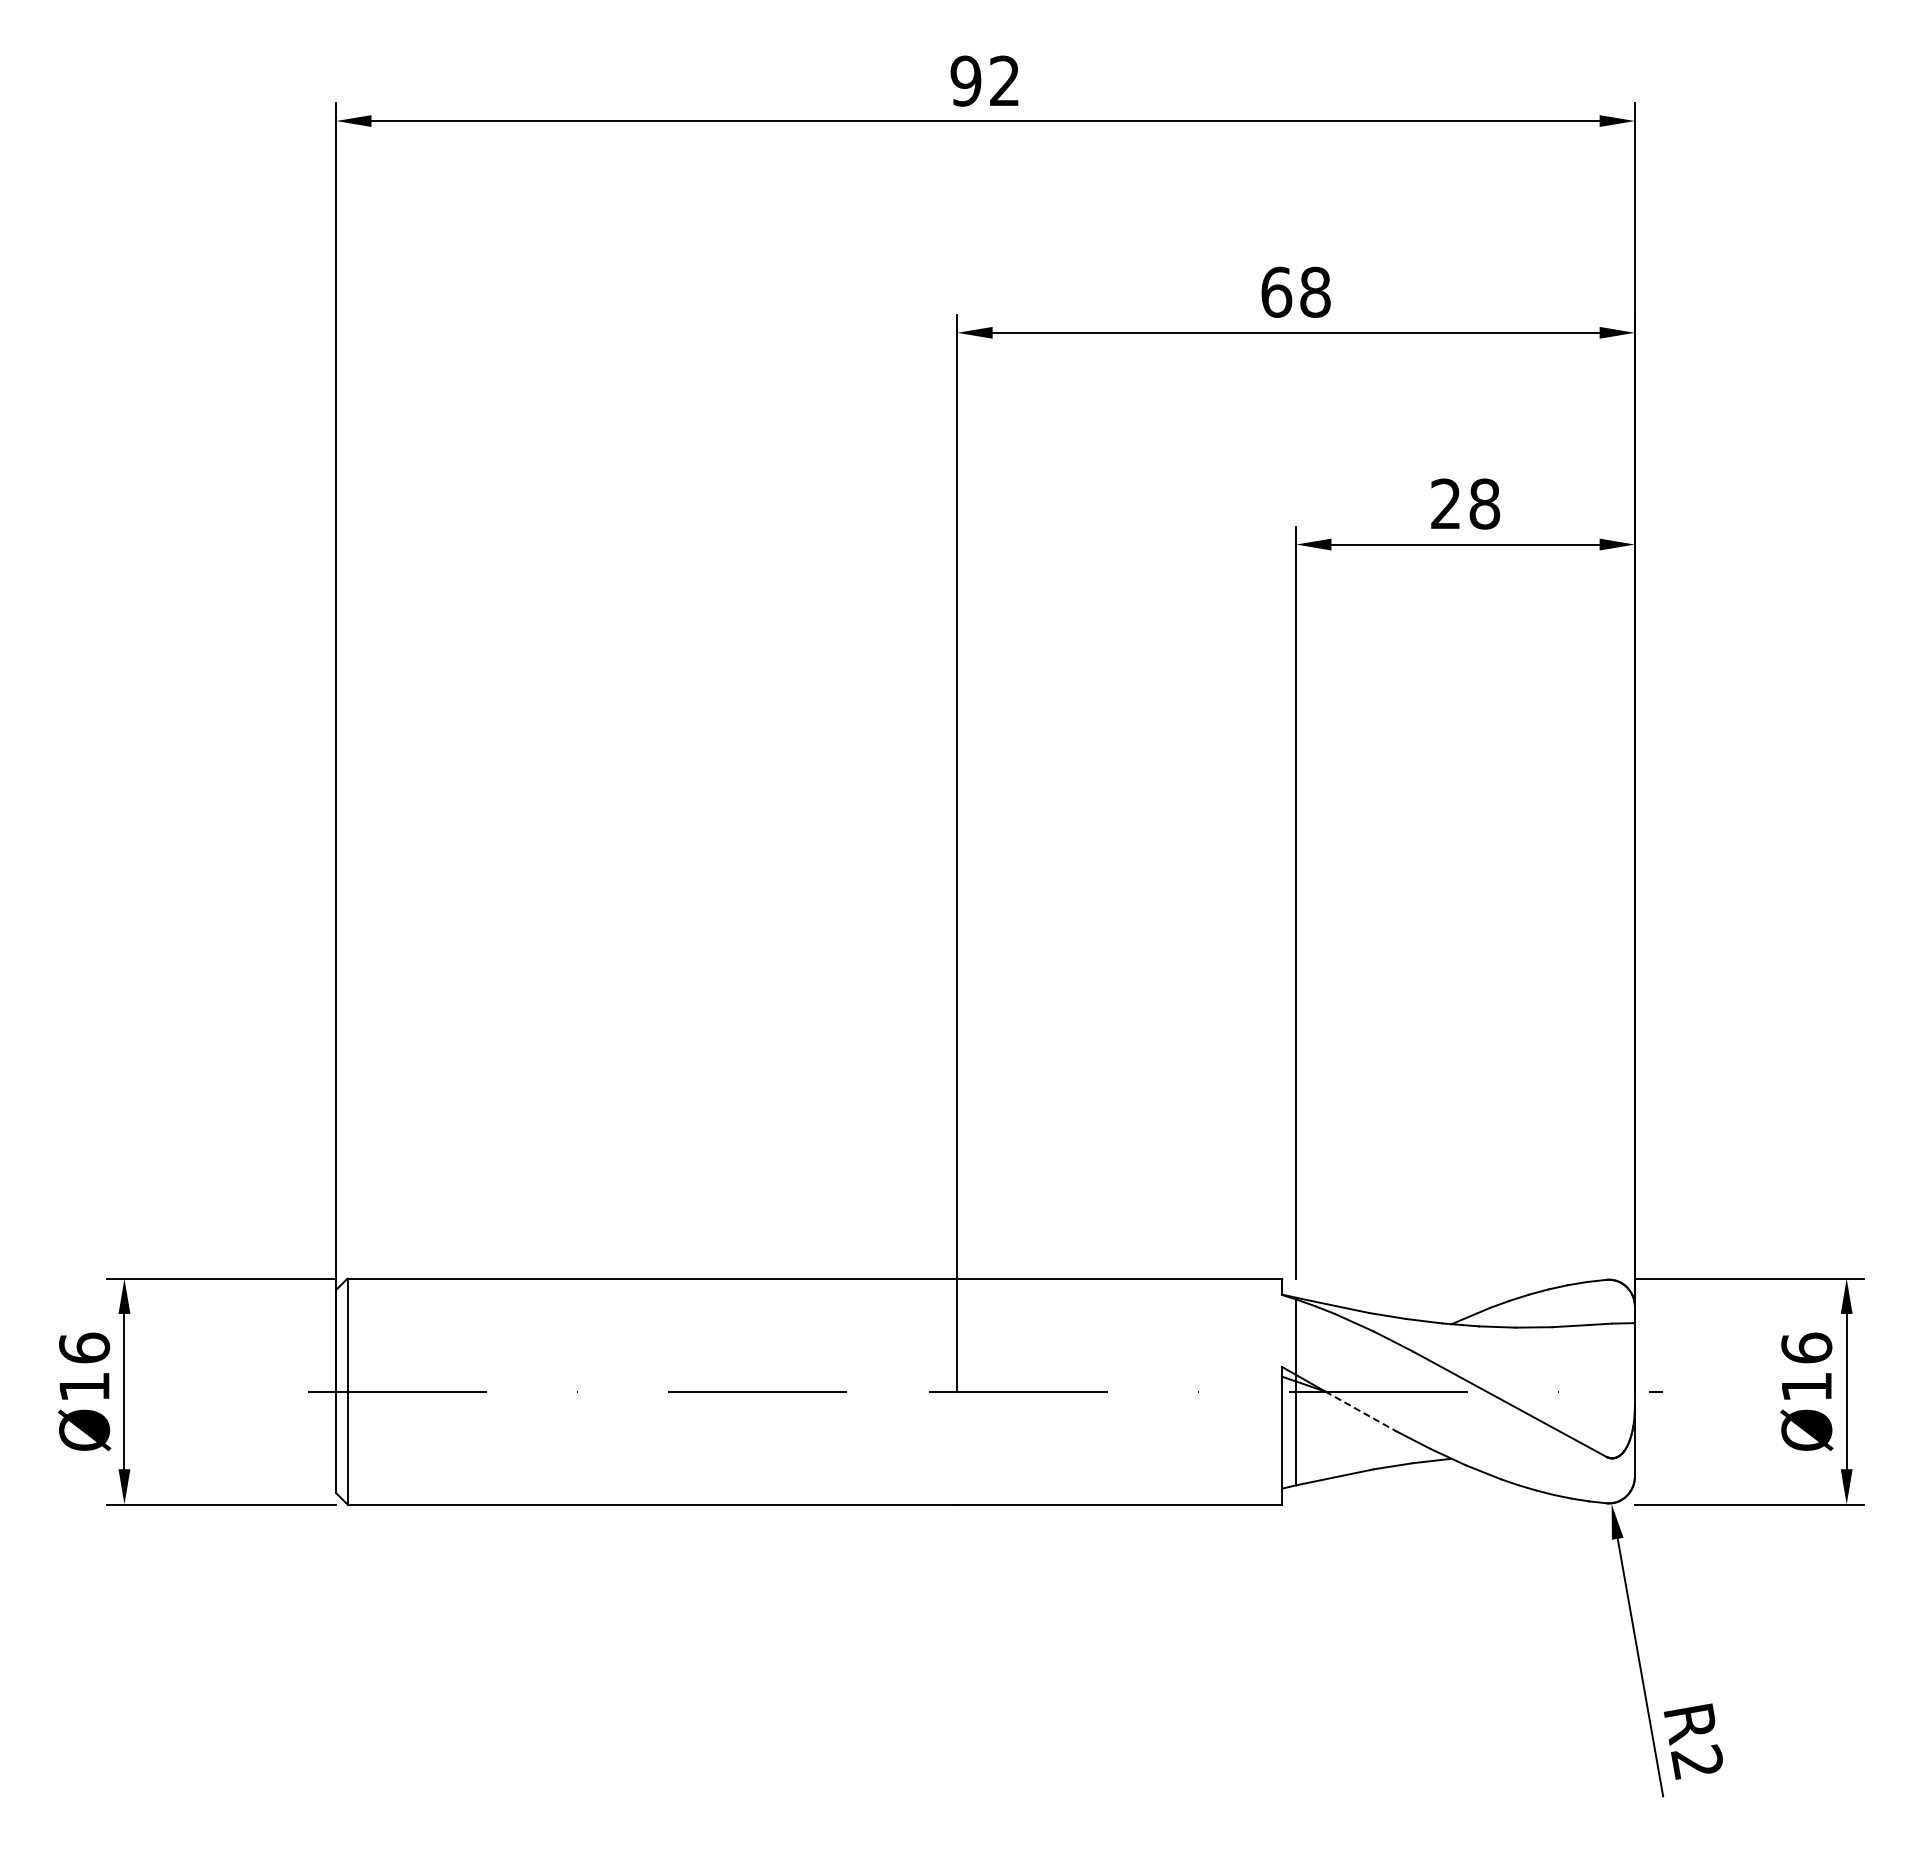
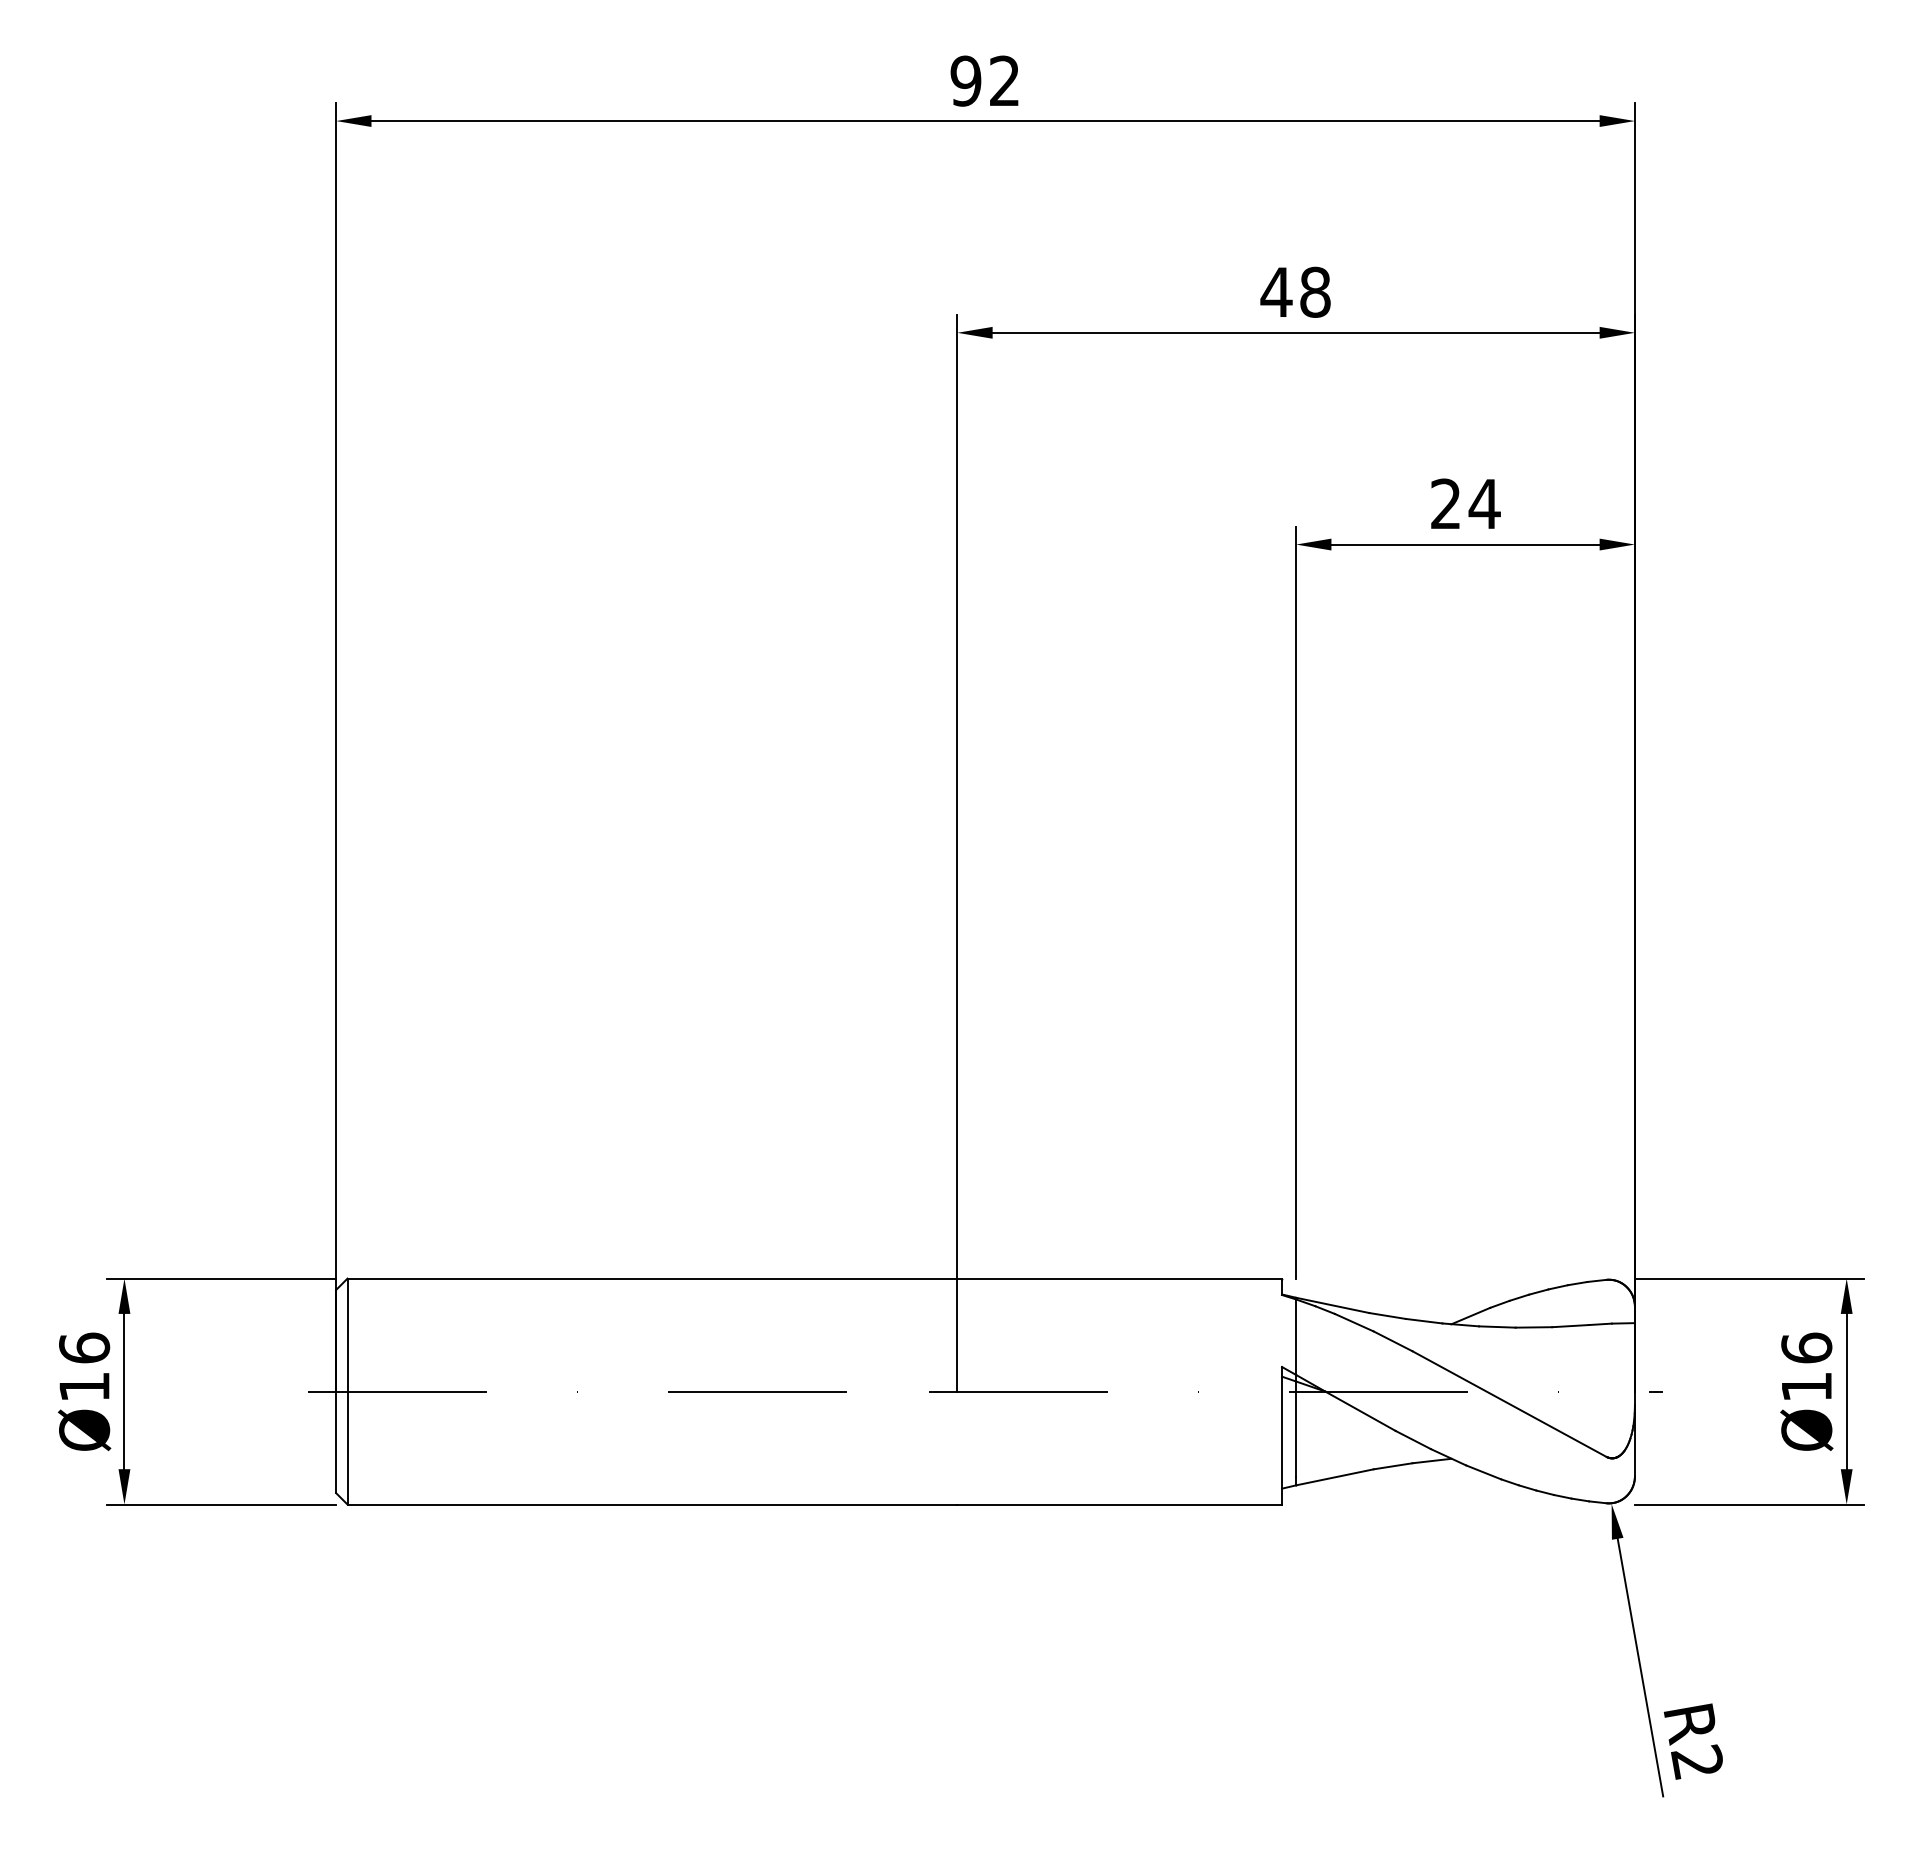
text at (1276, 291): 68 -> 48
text at (1484, 503): 28 -> 24
line at (1360, 1411): dashed -> solid
